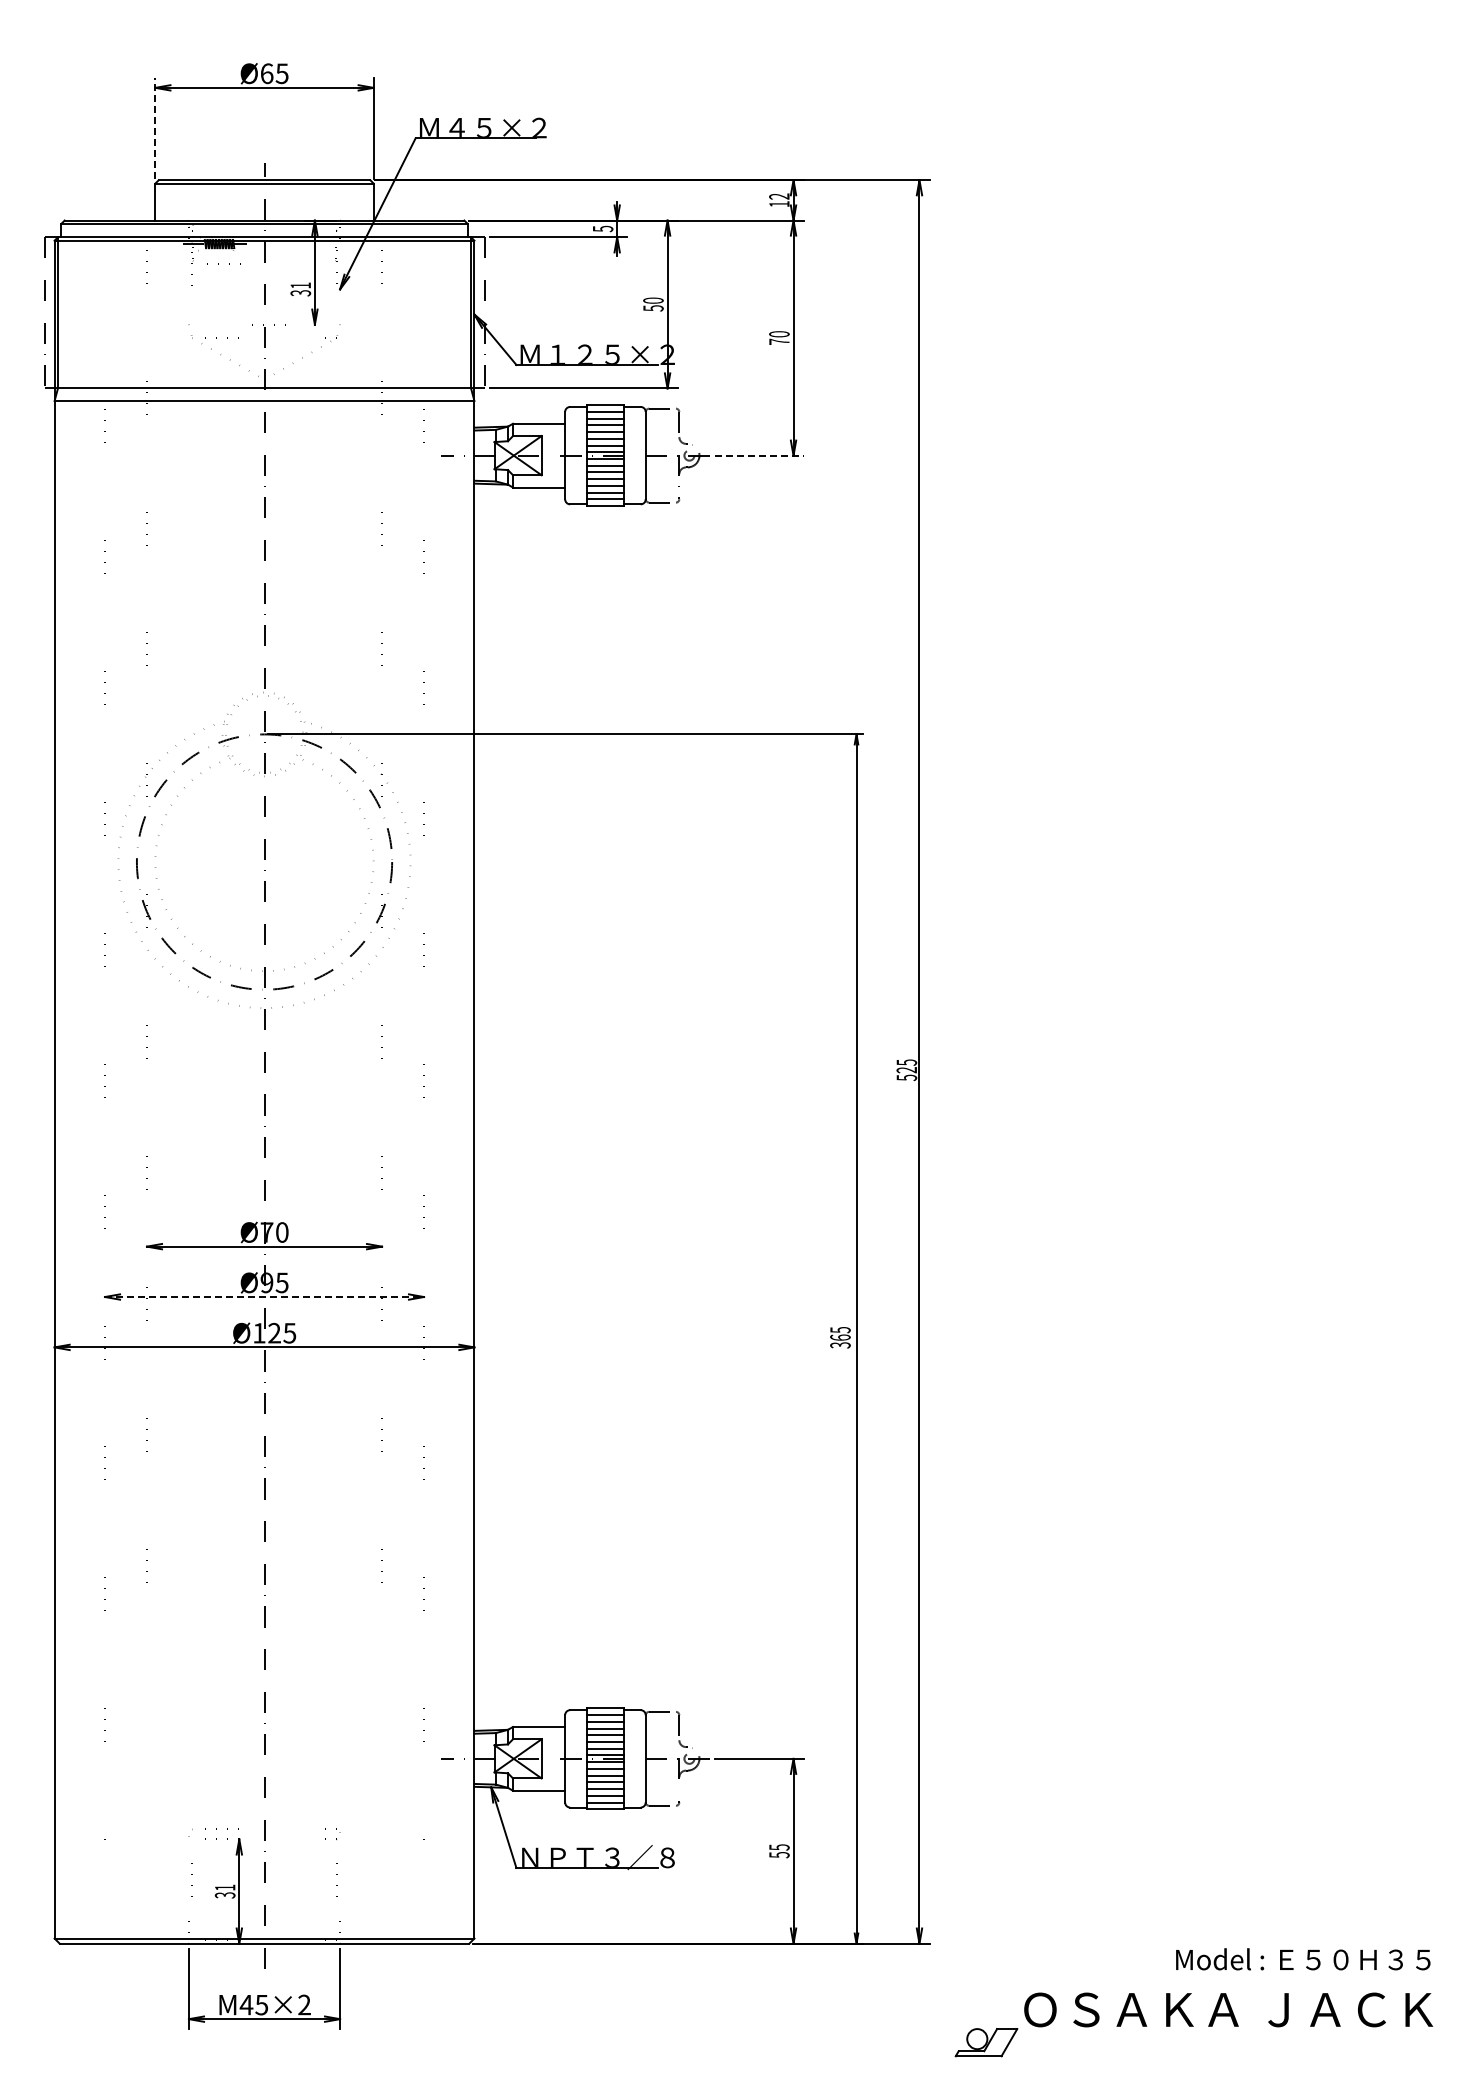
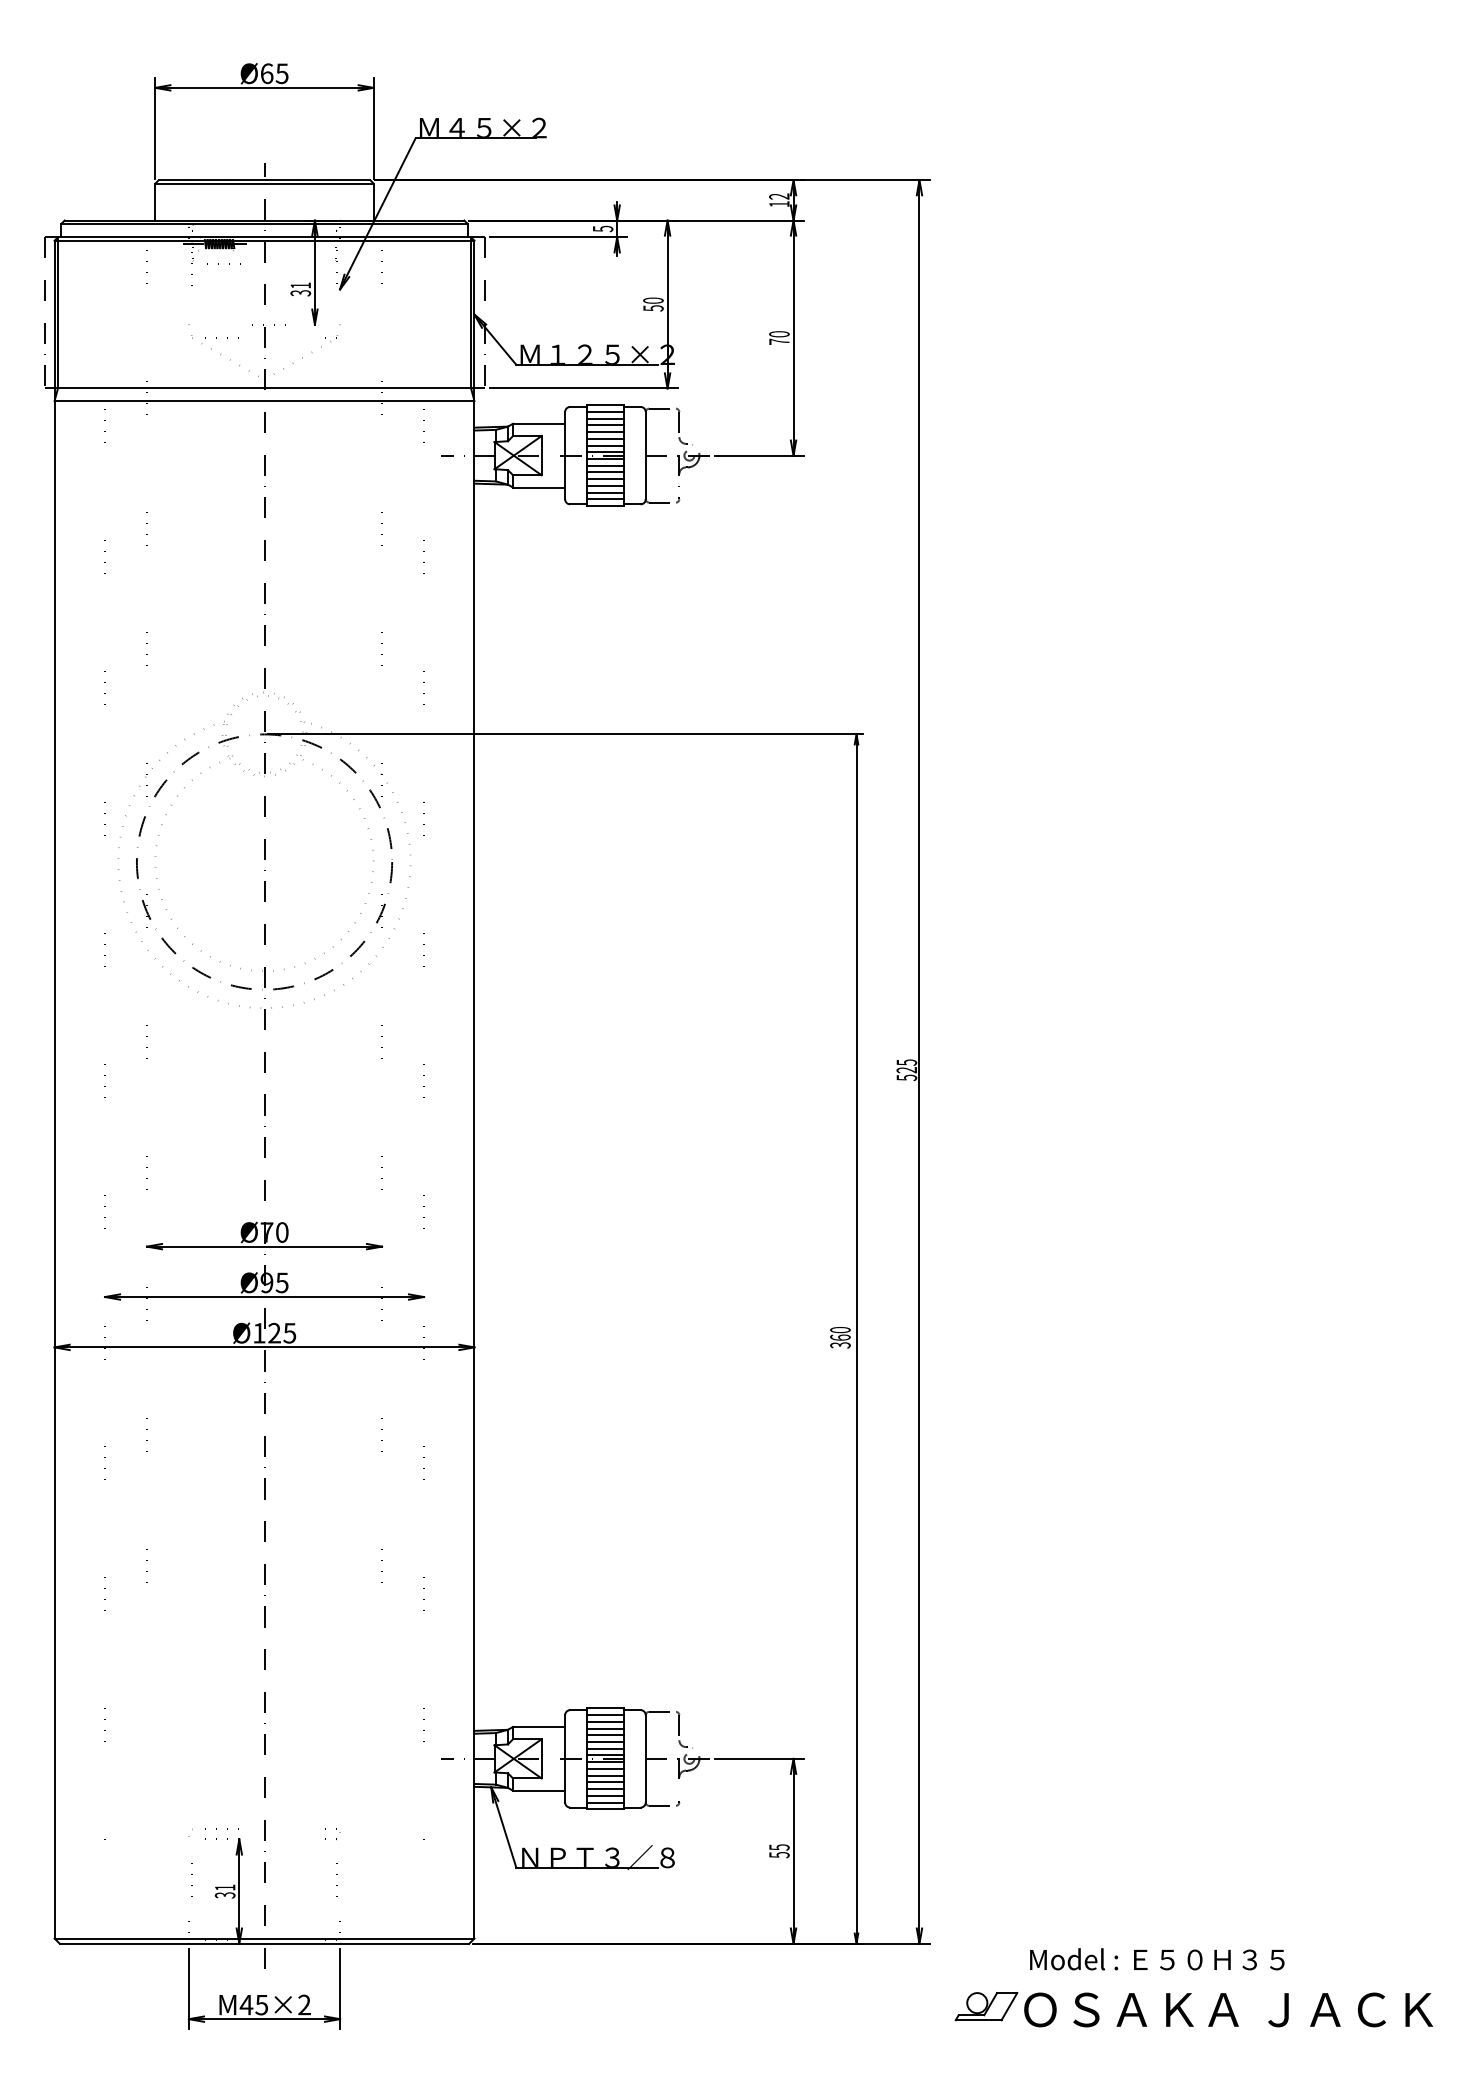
line at (155, 127): dashed -> solid
line at (759, 455): dashed -> solid
line at (264, 1297): dashed -> solid
text at (840, 1330): 365 -> 360
text at (1303, 1959) position: (1303, 1959) -> (1157, 1959)
part at (986, 2042) position: (986, 2042) -> (986, 2006)
